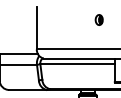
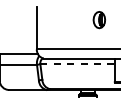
part at (98, 19) size: 10x12 px -> 14x19 px
line at (78, 64): solid -> dashed
